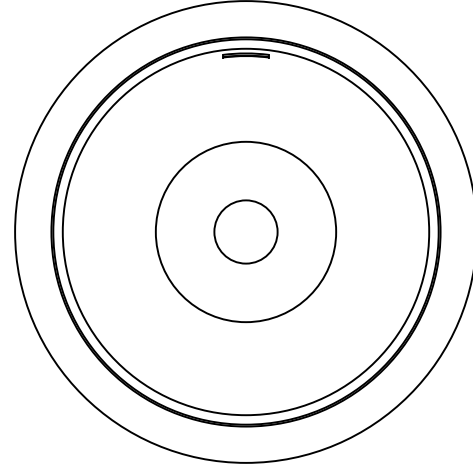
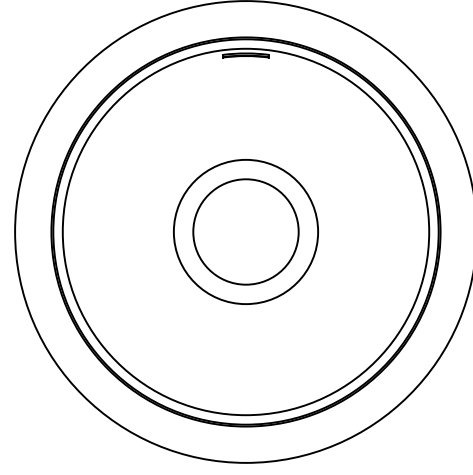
circle at (245, 231) diameter: 180 px -> 144 px
circle at (245, 231) diameter: 63 px -> 105 px
